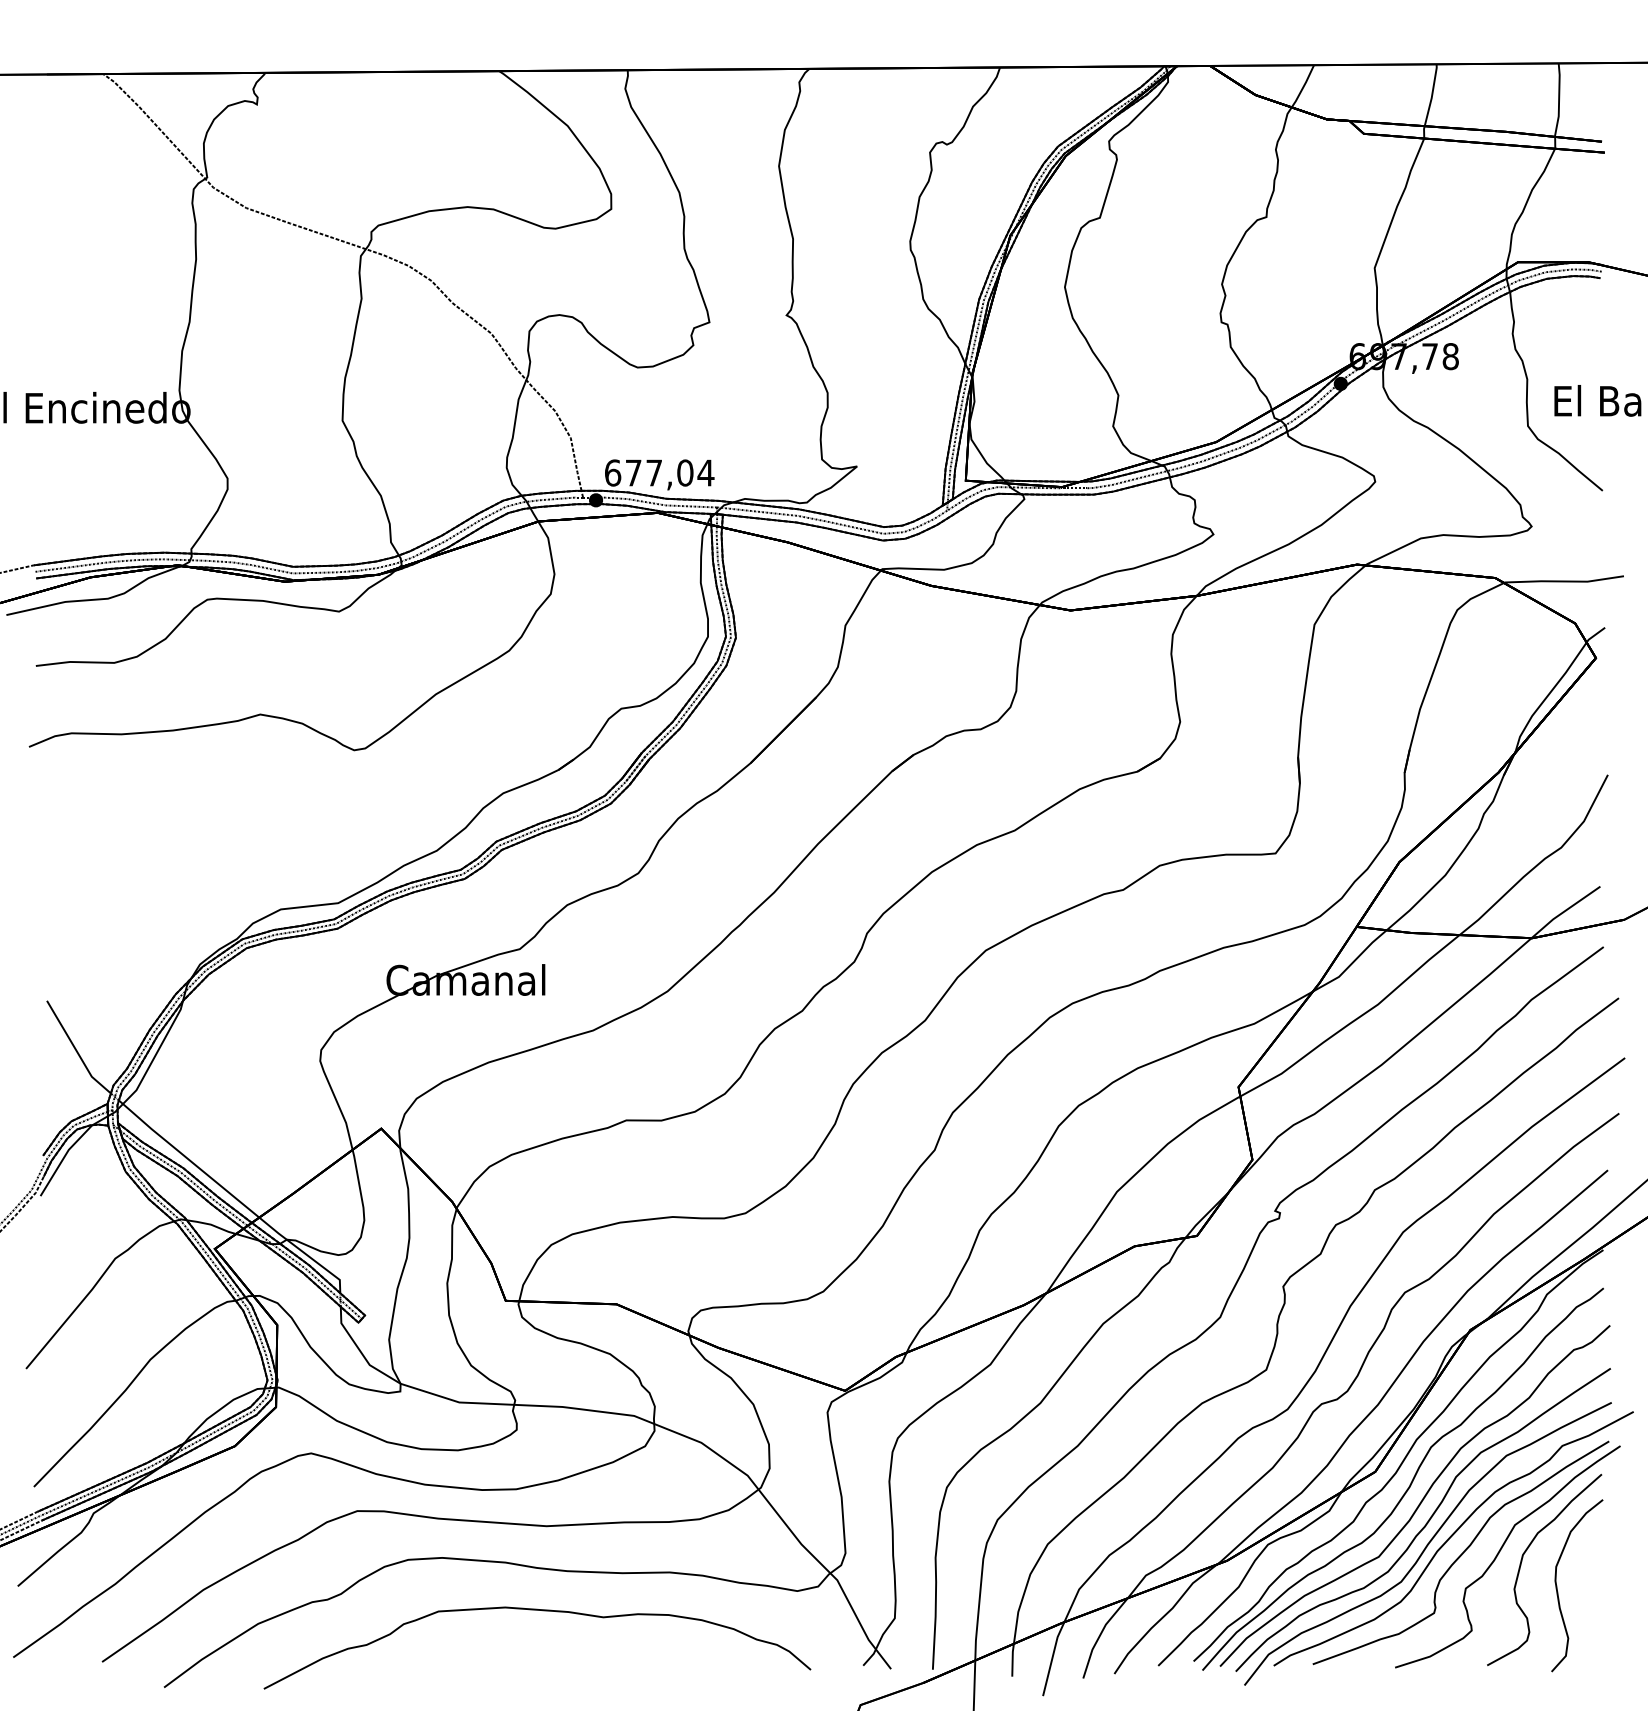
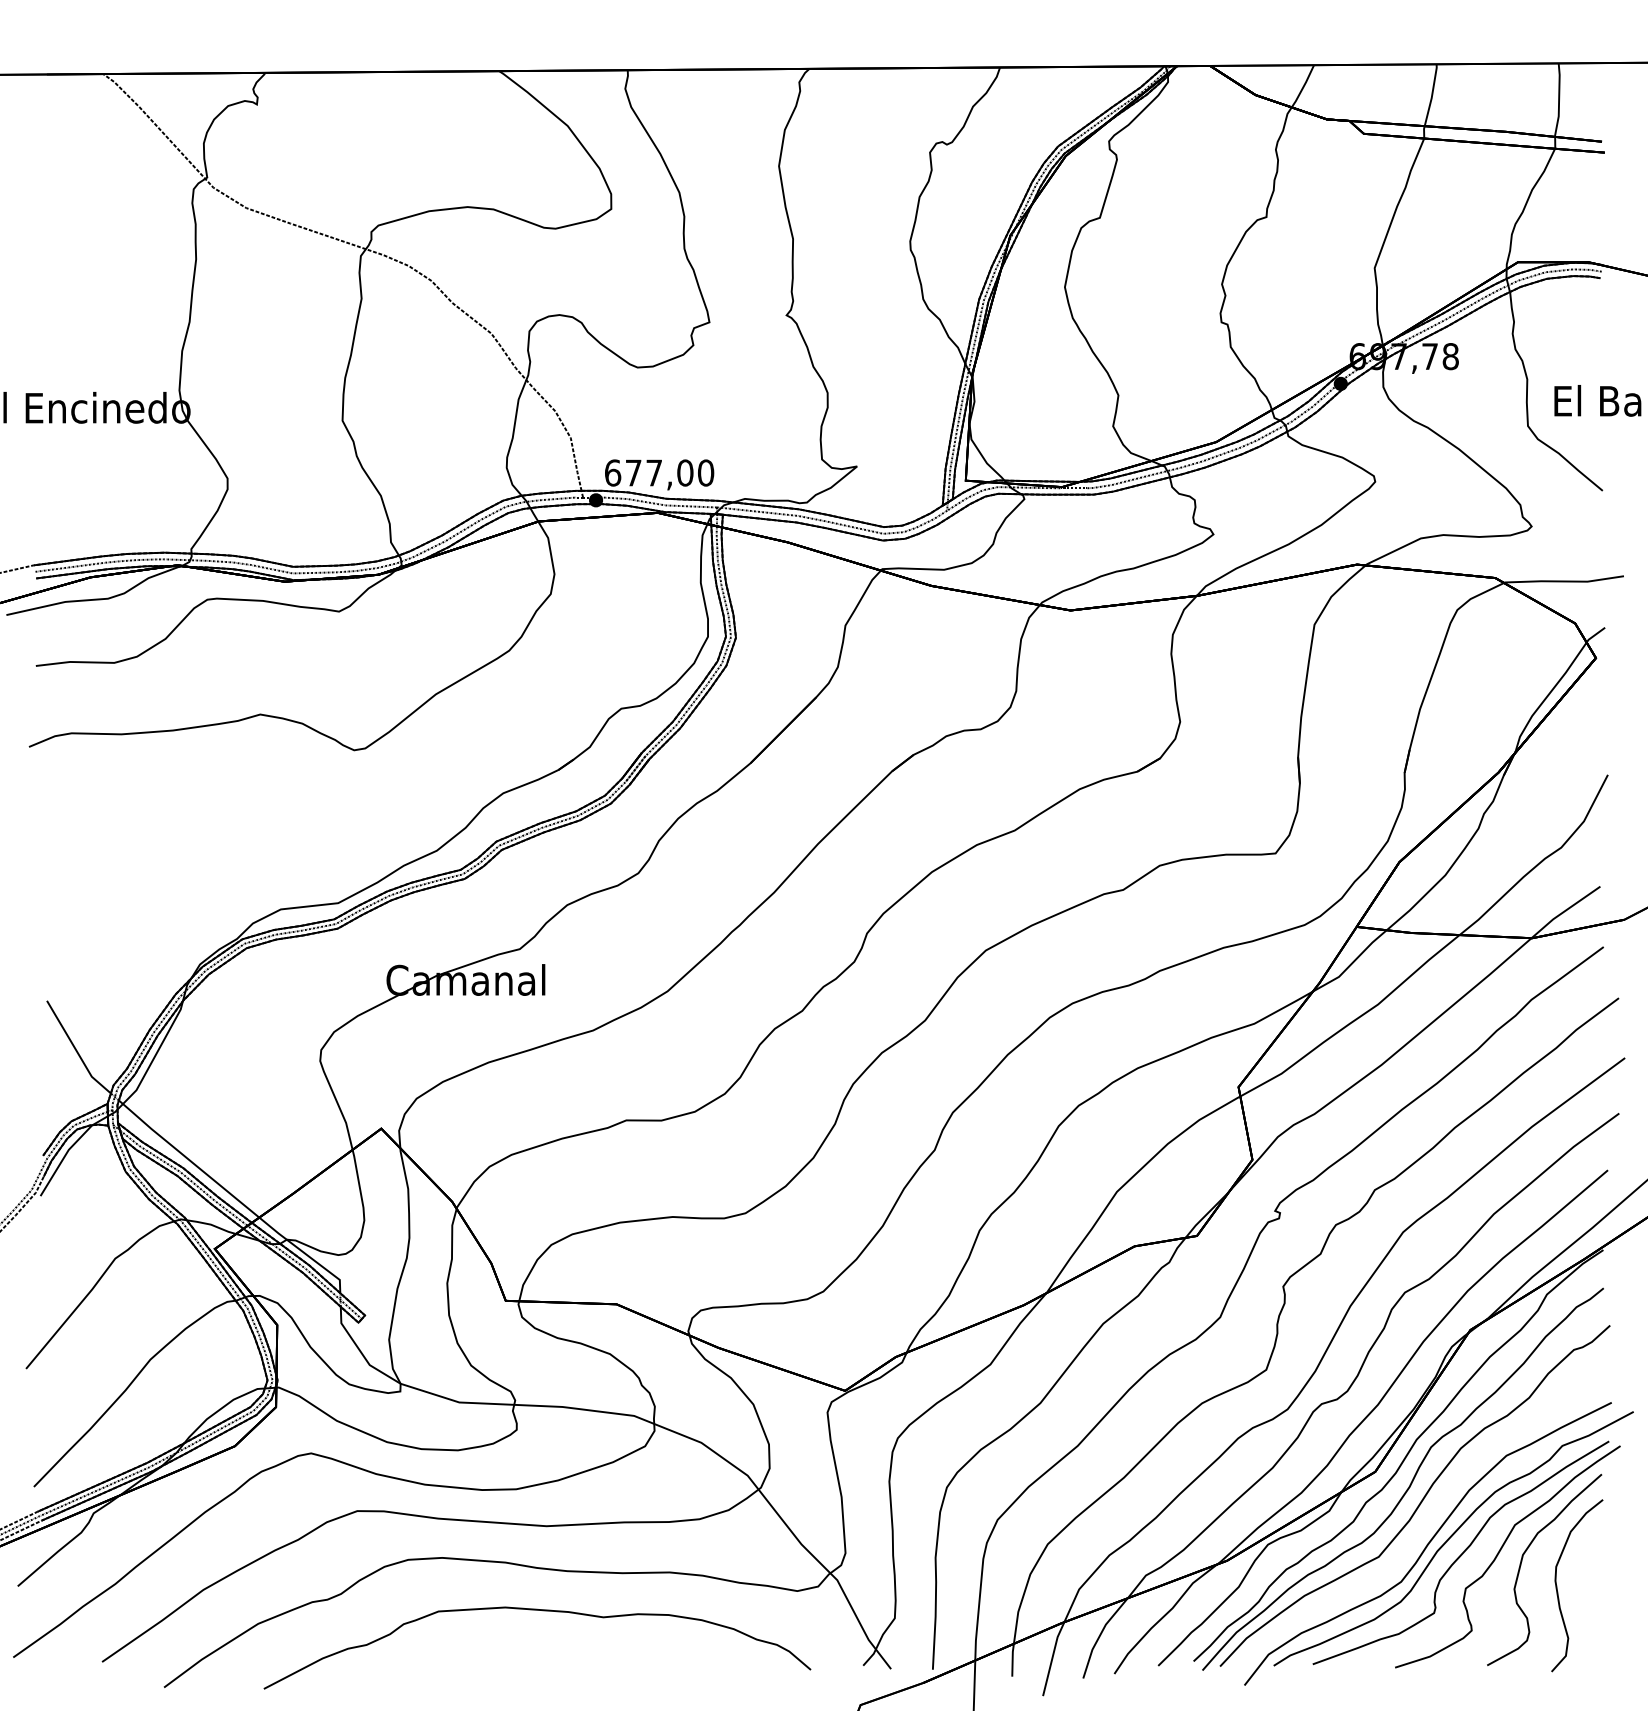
text at (705, 472): 677,04 -> 677,00
curve at (1426, 1522): present -> none
